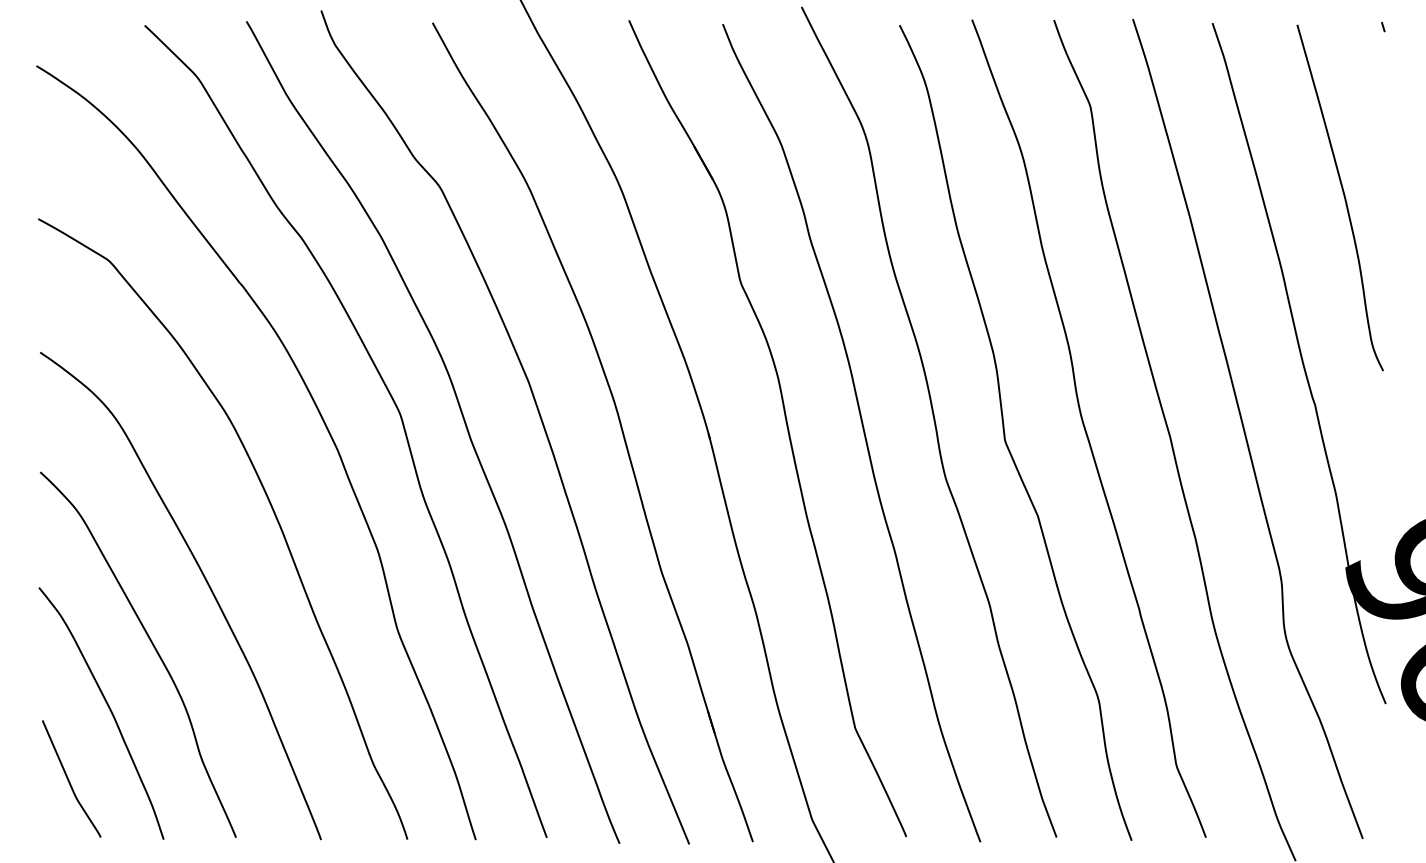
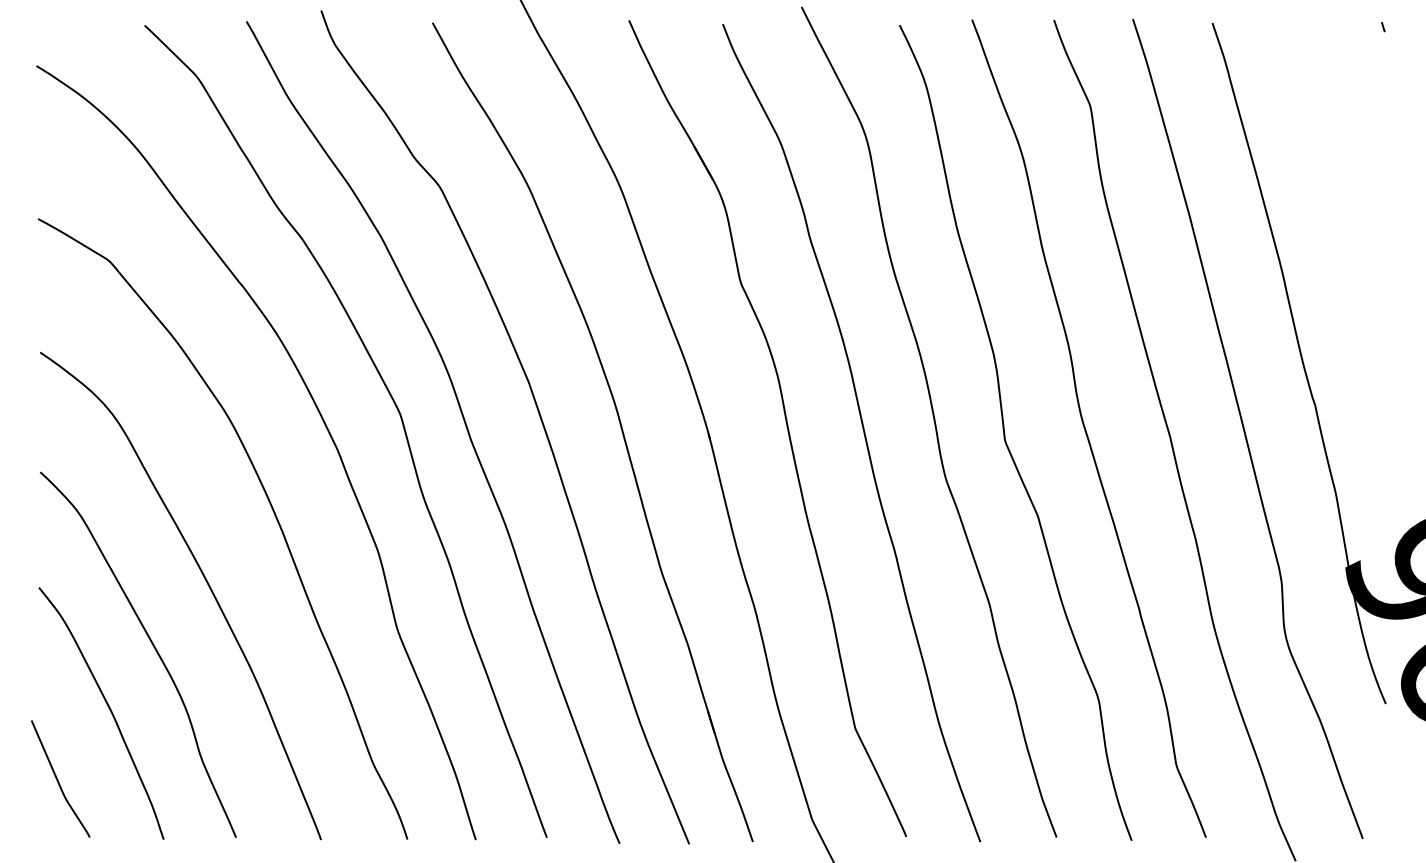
curve at (1343, 196): present -> none
curve at (69, 779) position: (69, 779) -> (58, 779)
